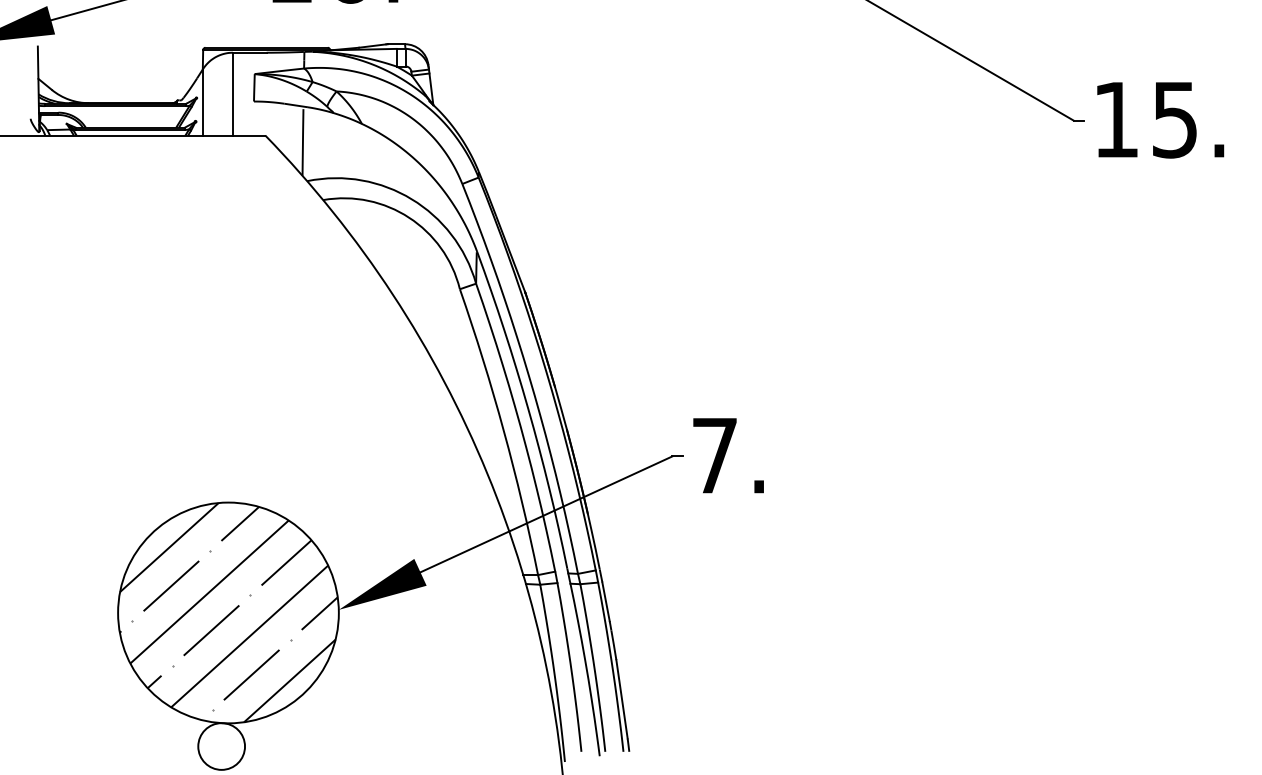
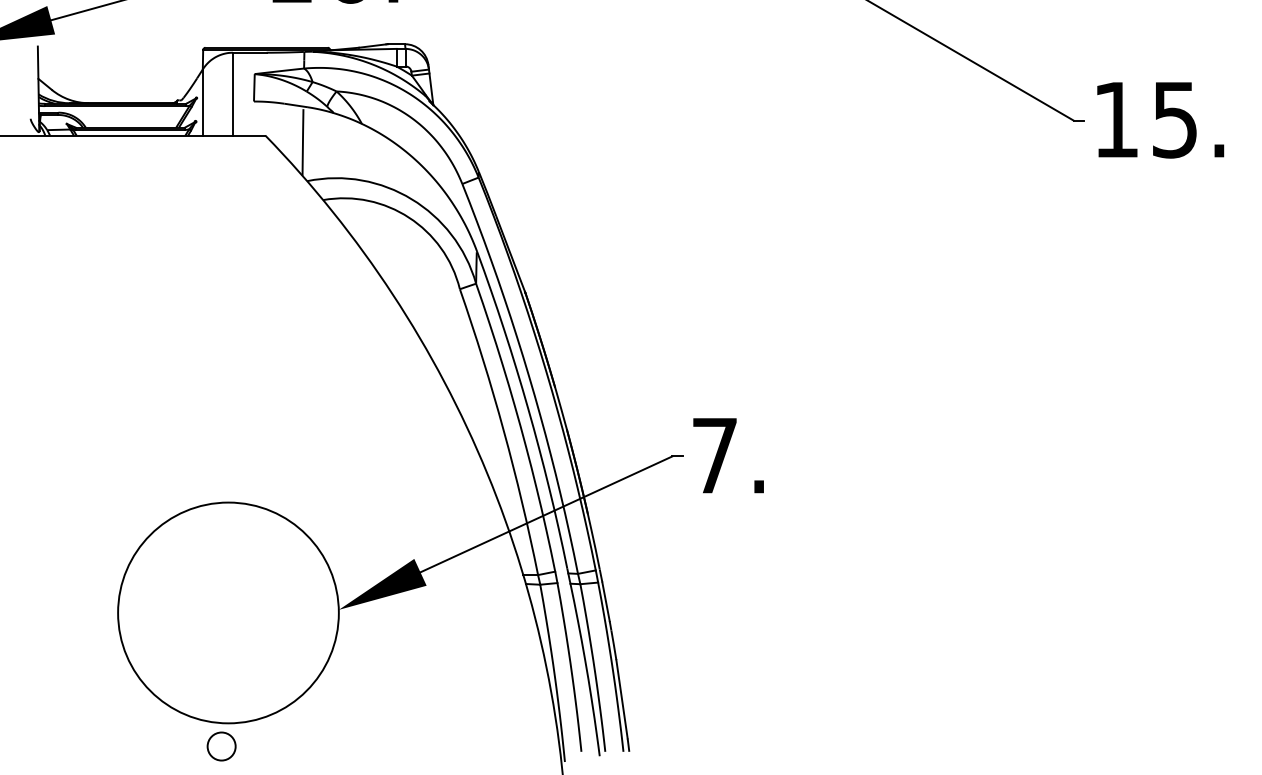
hatch at (228, 612): present -> none
circle at (221, 746) diameter: 47 px -> 28 px
